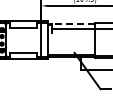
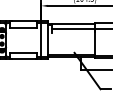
line at (73, 23): dashed -> solid
